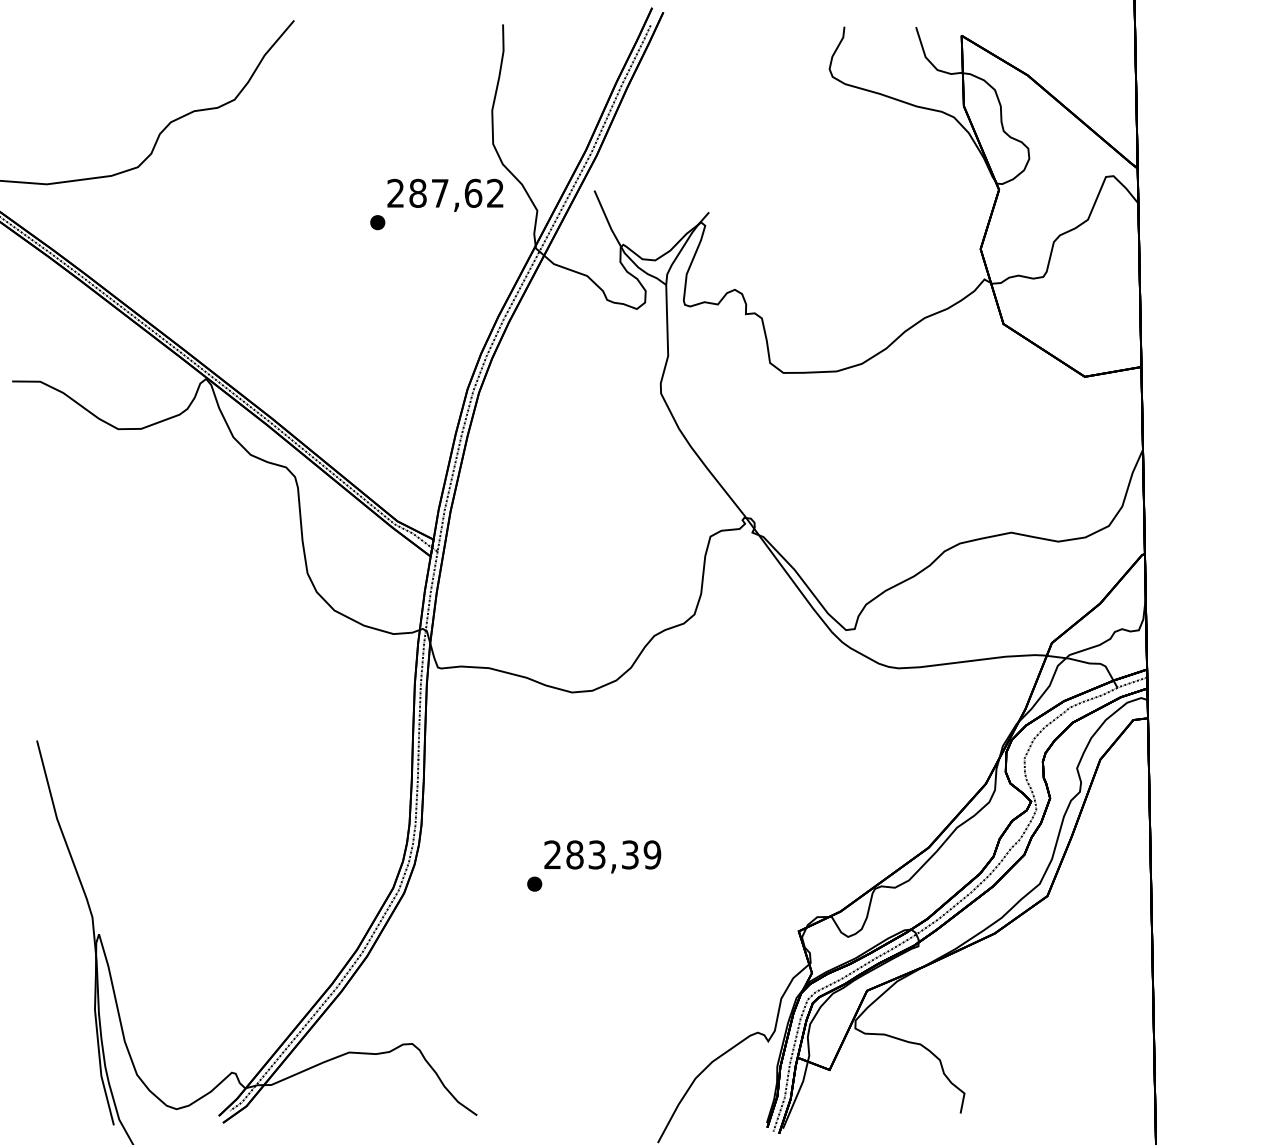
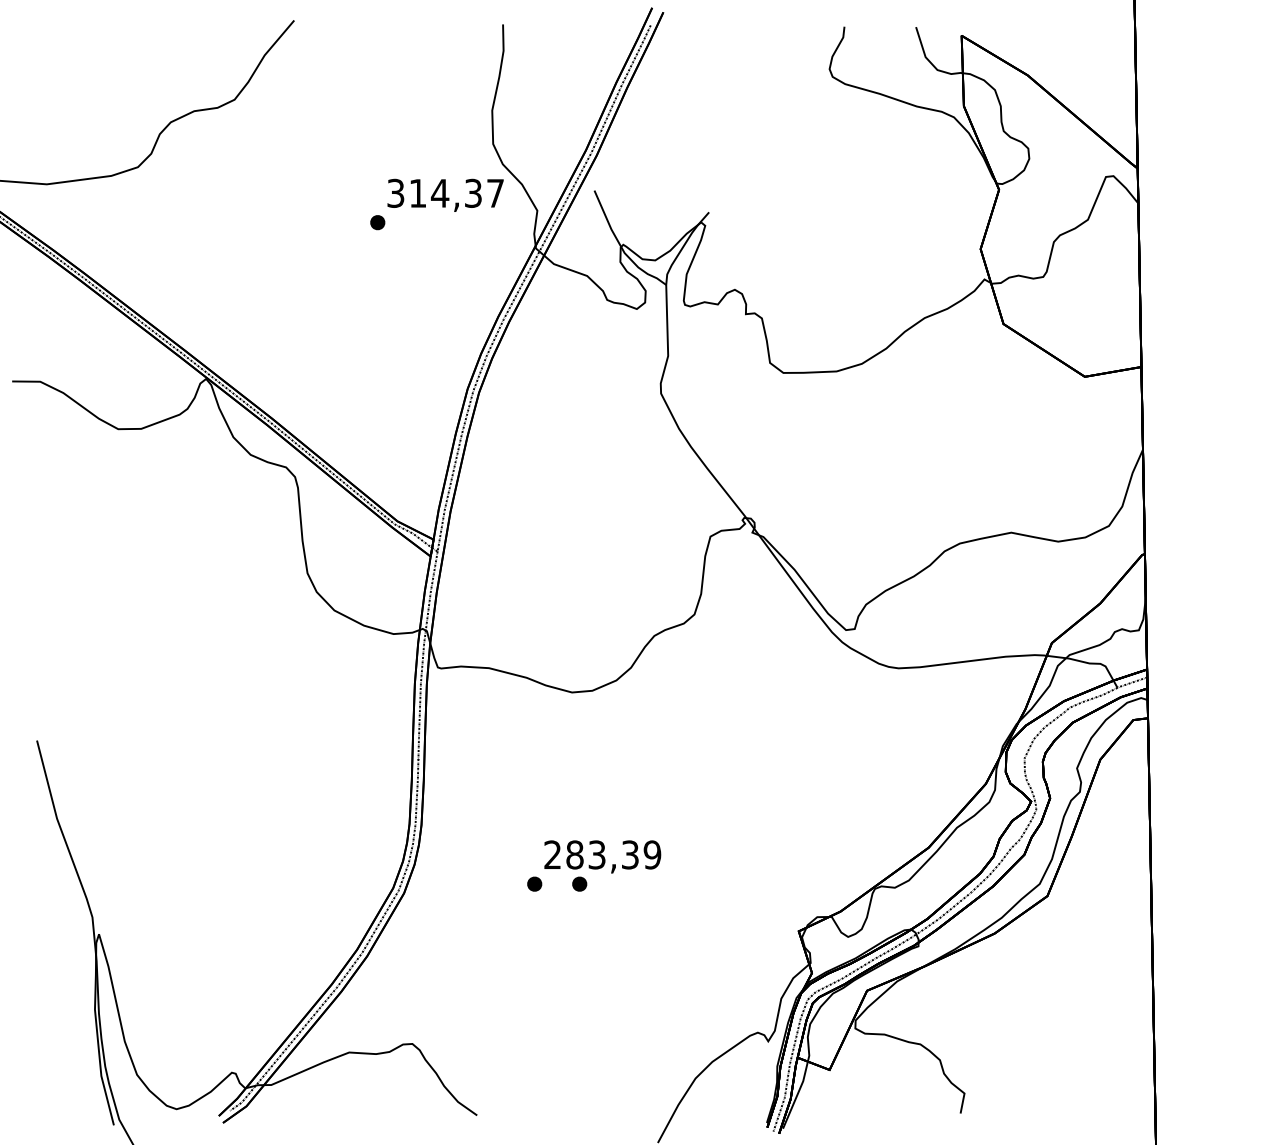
text at (445, 192): 287,62 -> 314,37
part at (579, 883): none -> present
